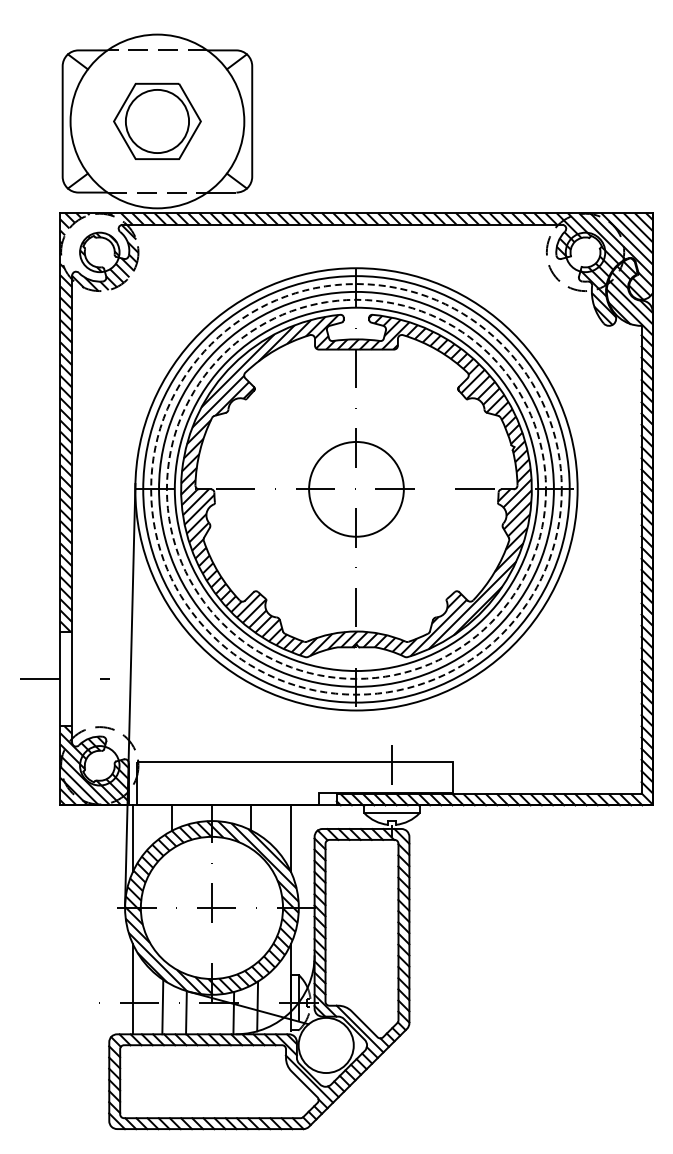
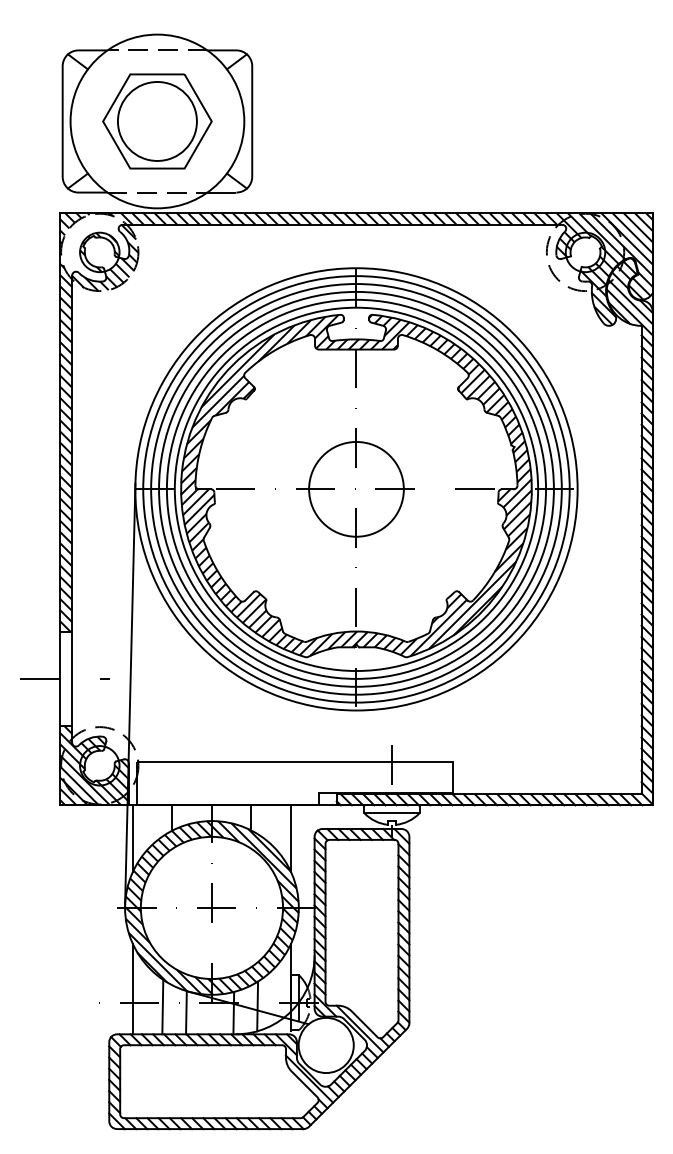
part at (157, 120) size: 89x78 px -> 111x97 px
circle at (356, 488): dashed -> solid
circle at (356, 489): dashed -> solid
